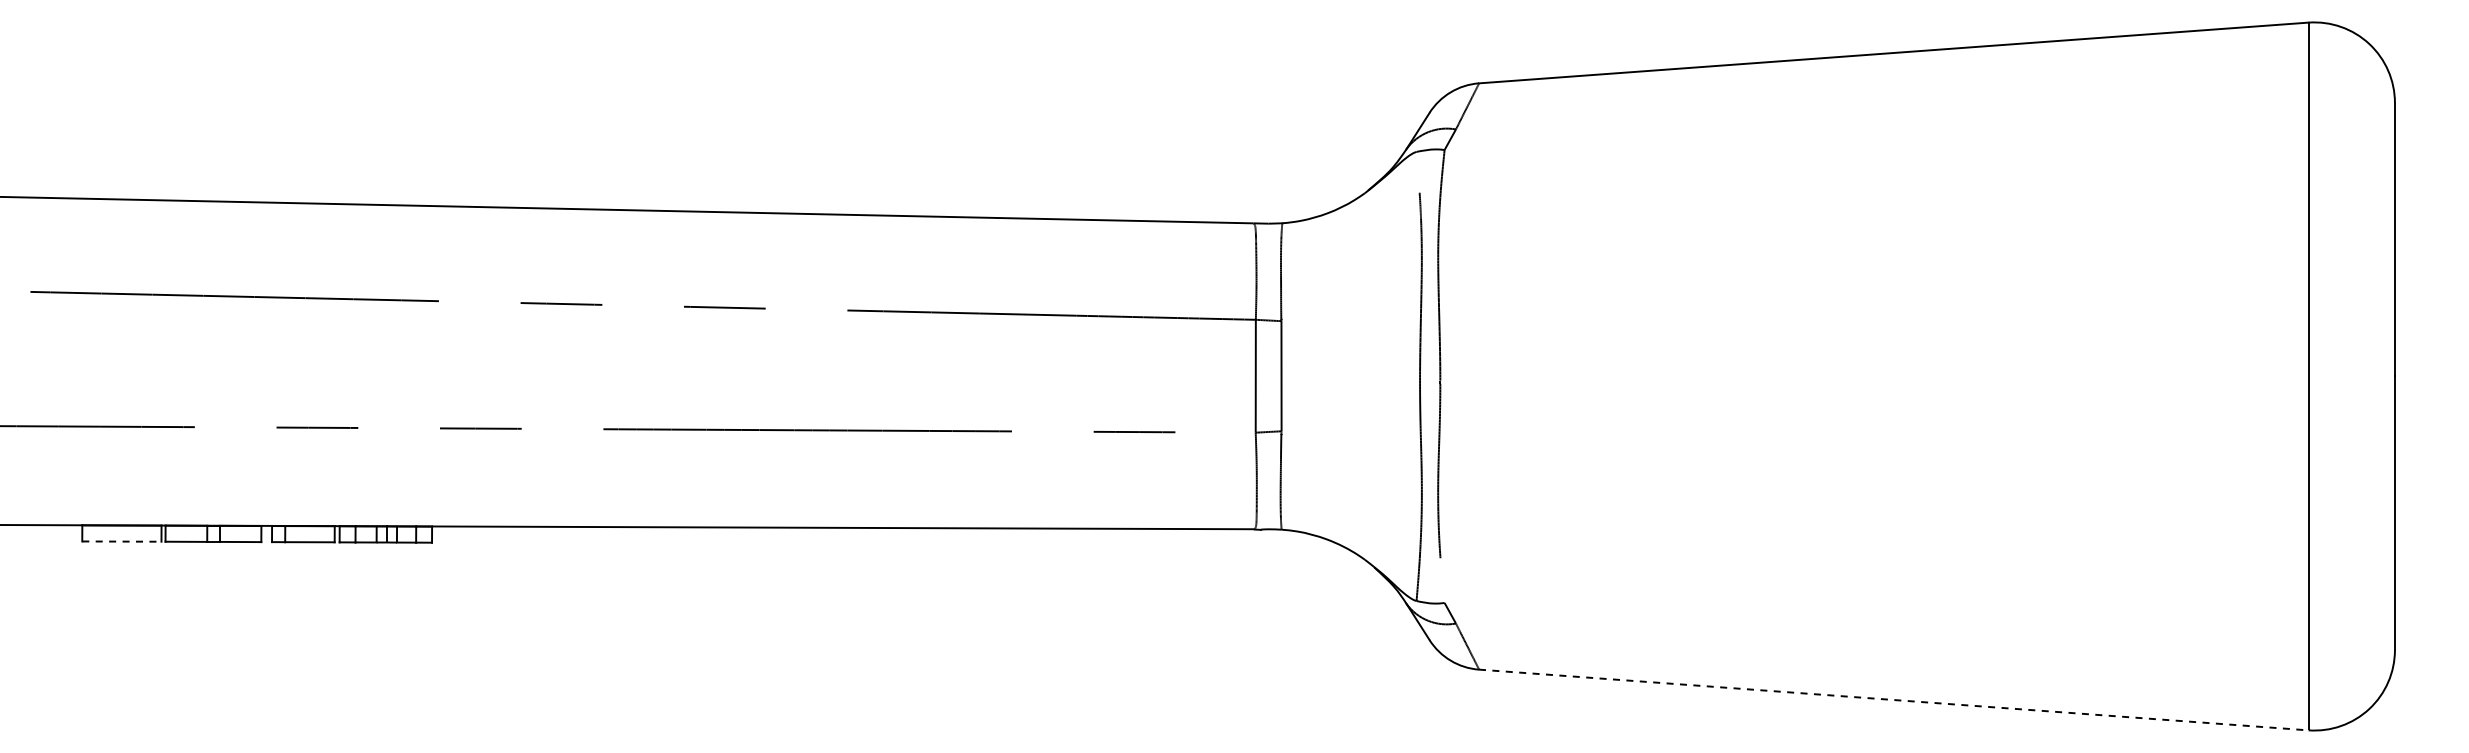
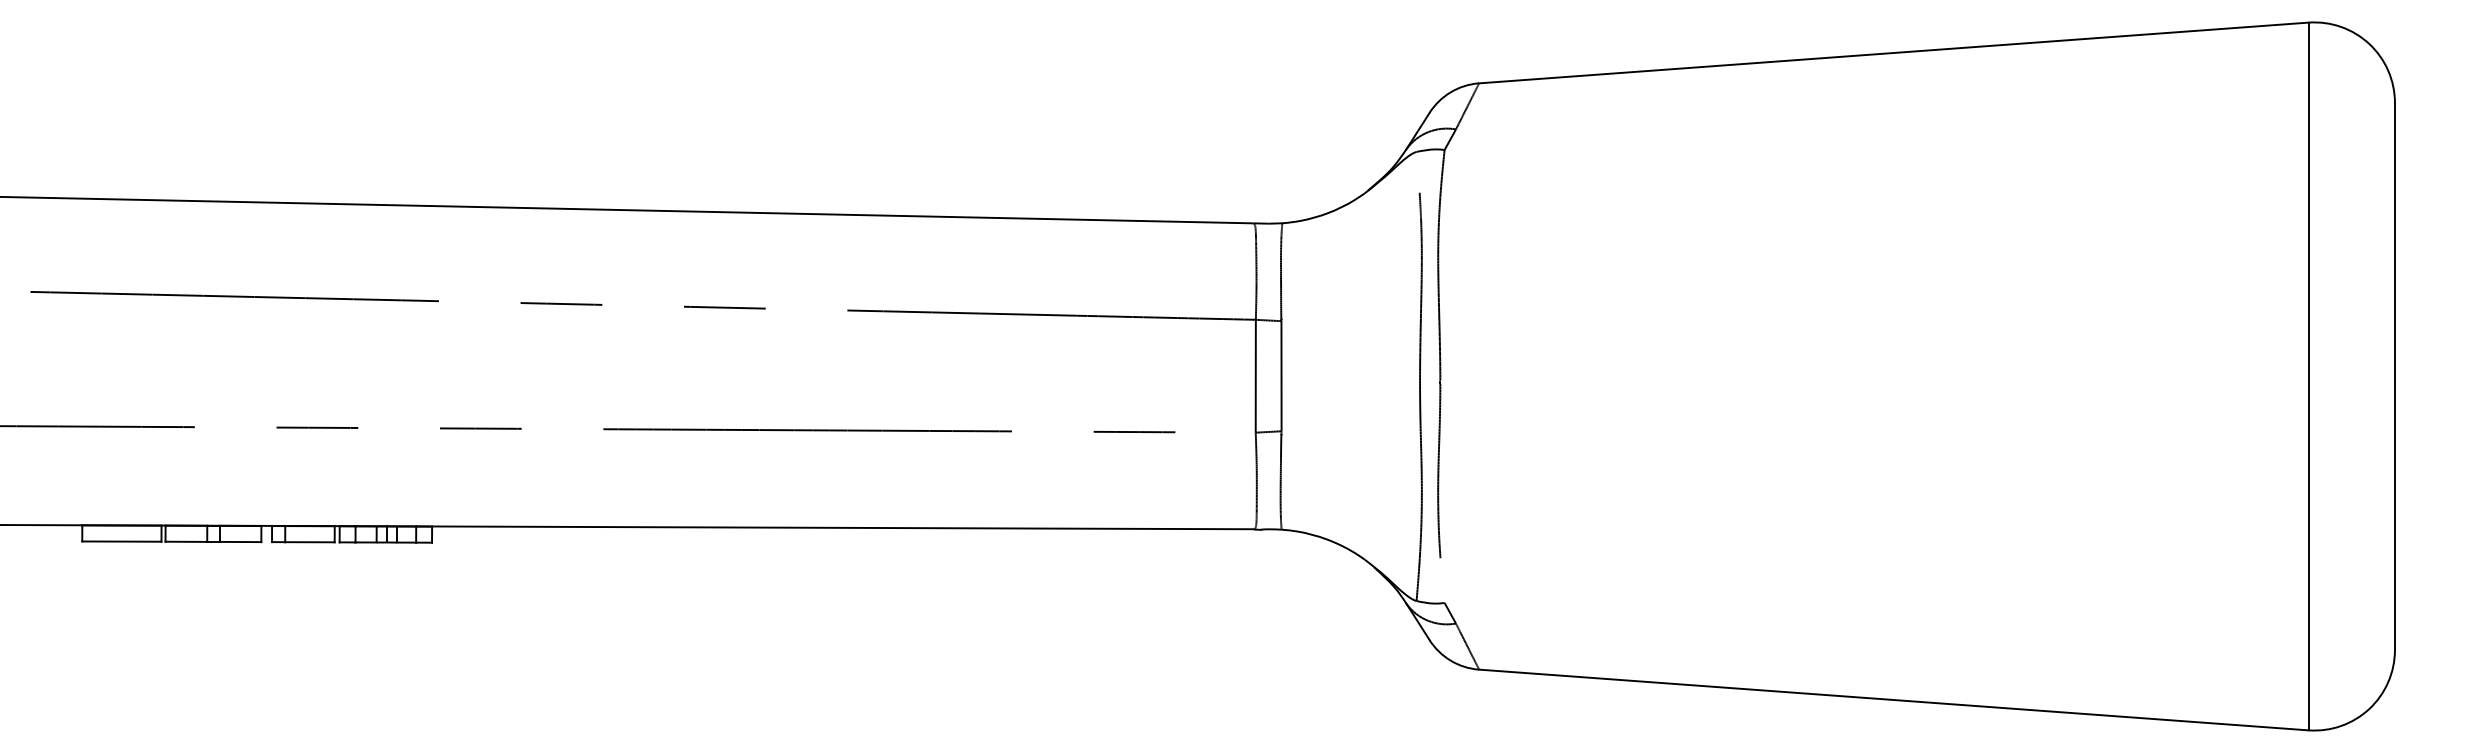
line at (121, 541): dashed -> solid
line at (1893, 700): dashed -> solid
